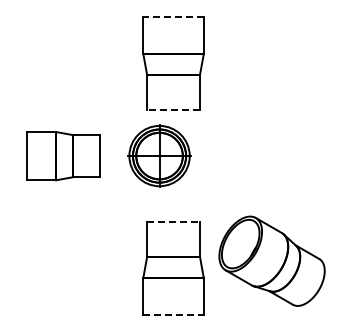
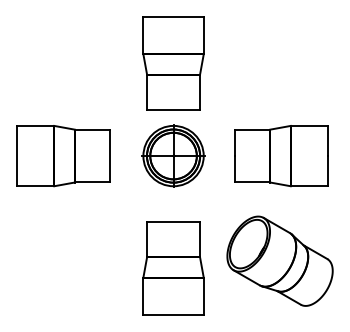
line at (173, 17): dashed -> solid
line at (173, 109): dashed -> solid
part at (159, 155) position: (159, 155) -> (173, 155)
part at (63, 156) size: 75x51 px -> 95x63 px
part at (281, 156): none -> present
line at (174, 222): dashed -> solid
part at (271, 260) position: (271, 260) -> (279, 260)
line at (174, 314): dashed -> solid
